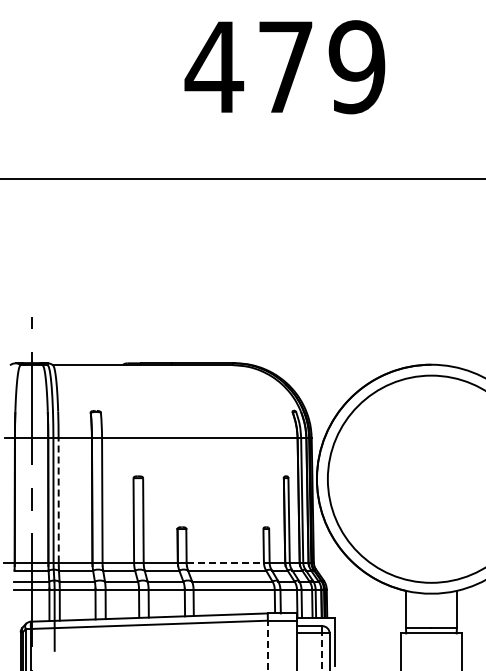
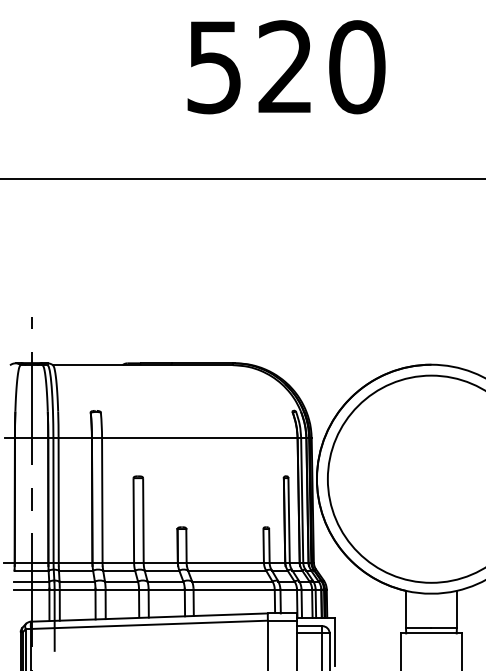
text at (284, 67): 479 -> 520
line at (58, 499): dashed -> solid
line at (225, 562): dashed -> solid
line at (267, 645): dashed -> solid
line at (322, 651): dashed -> solid
